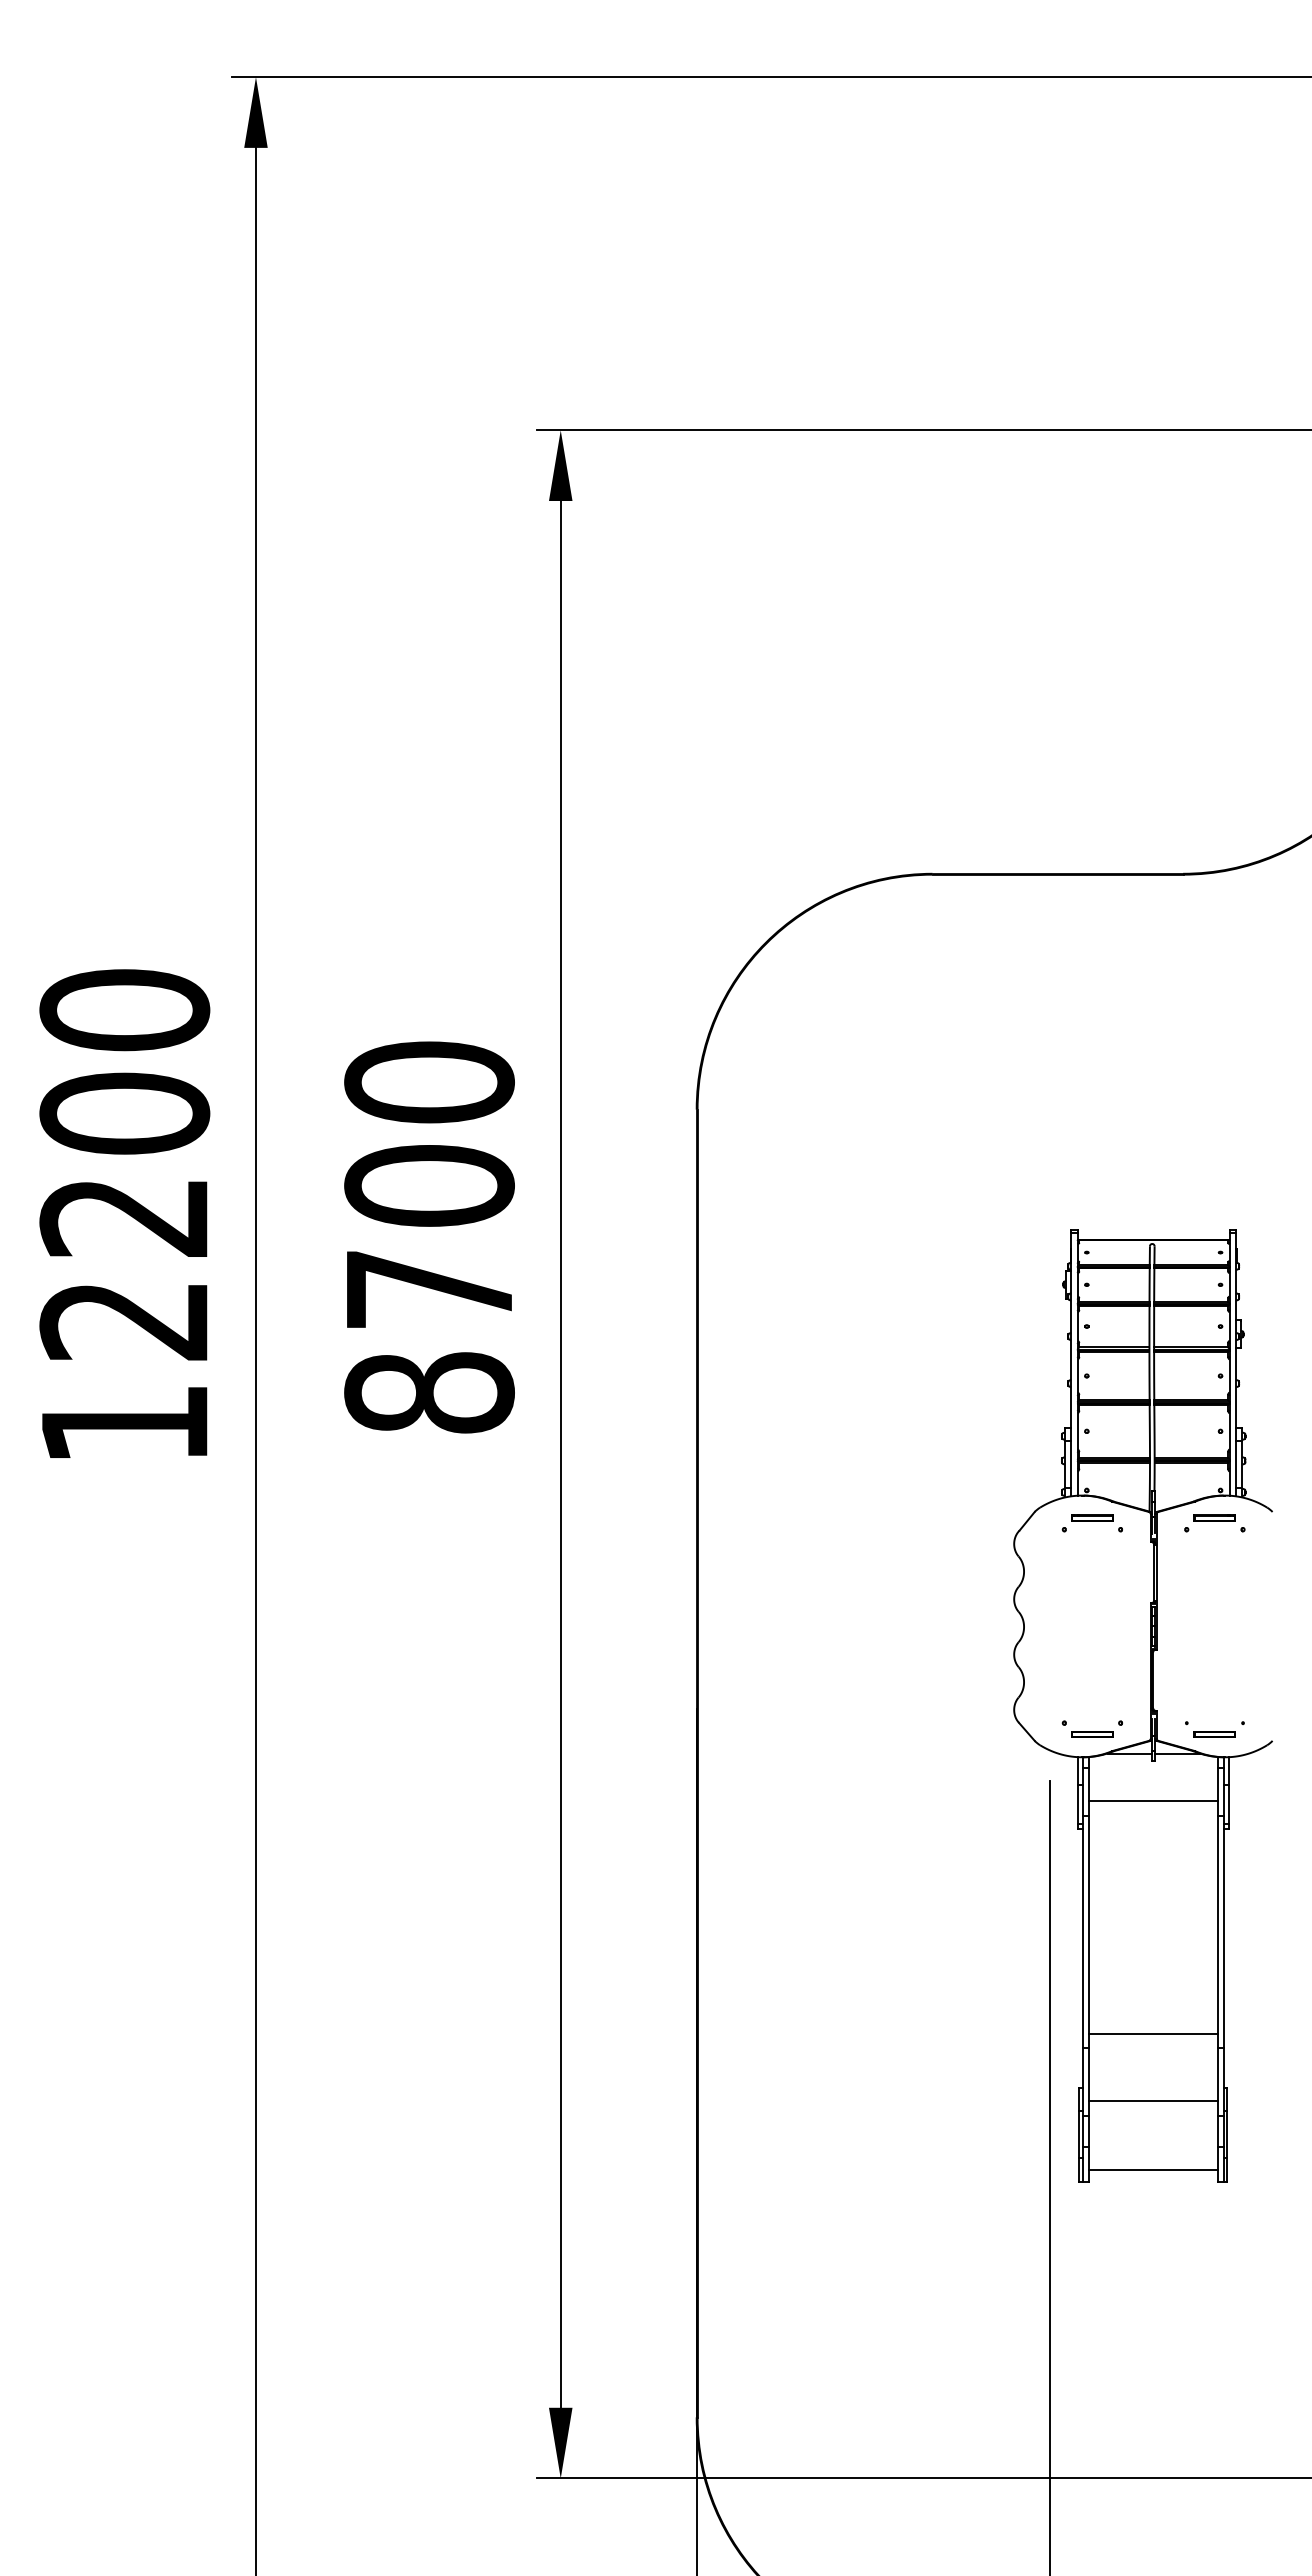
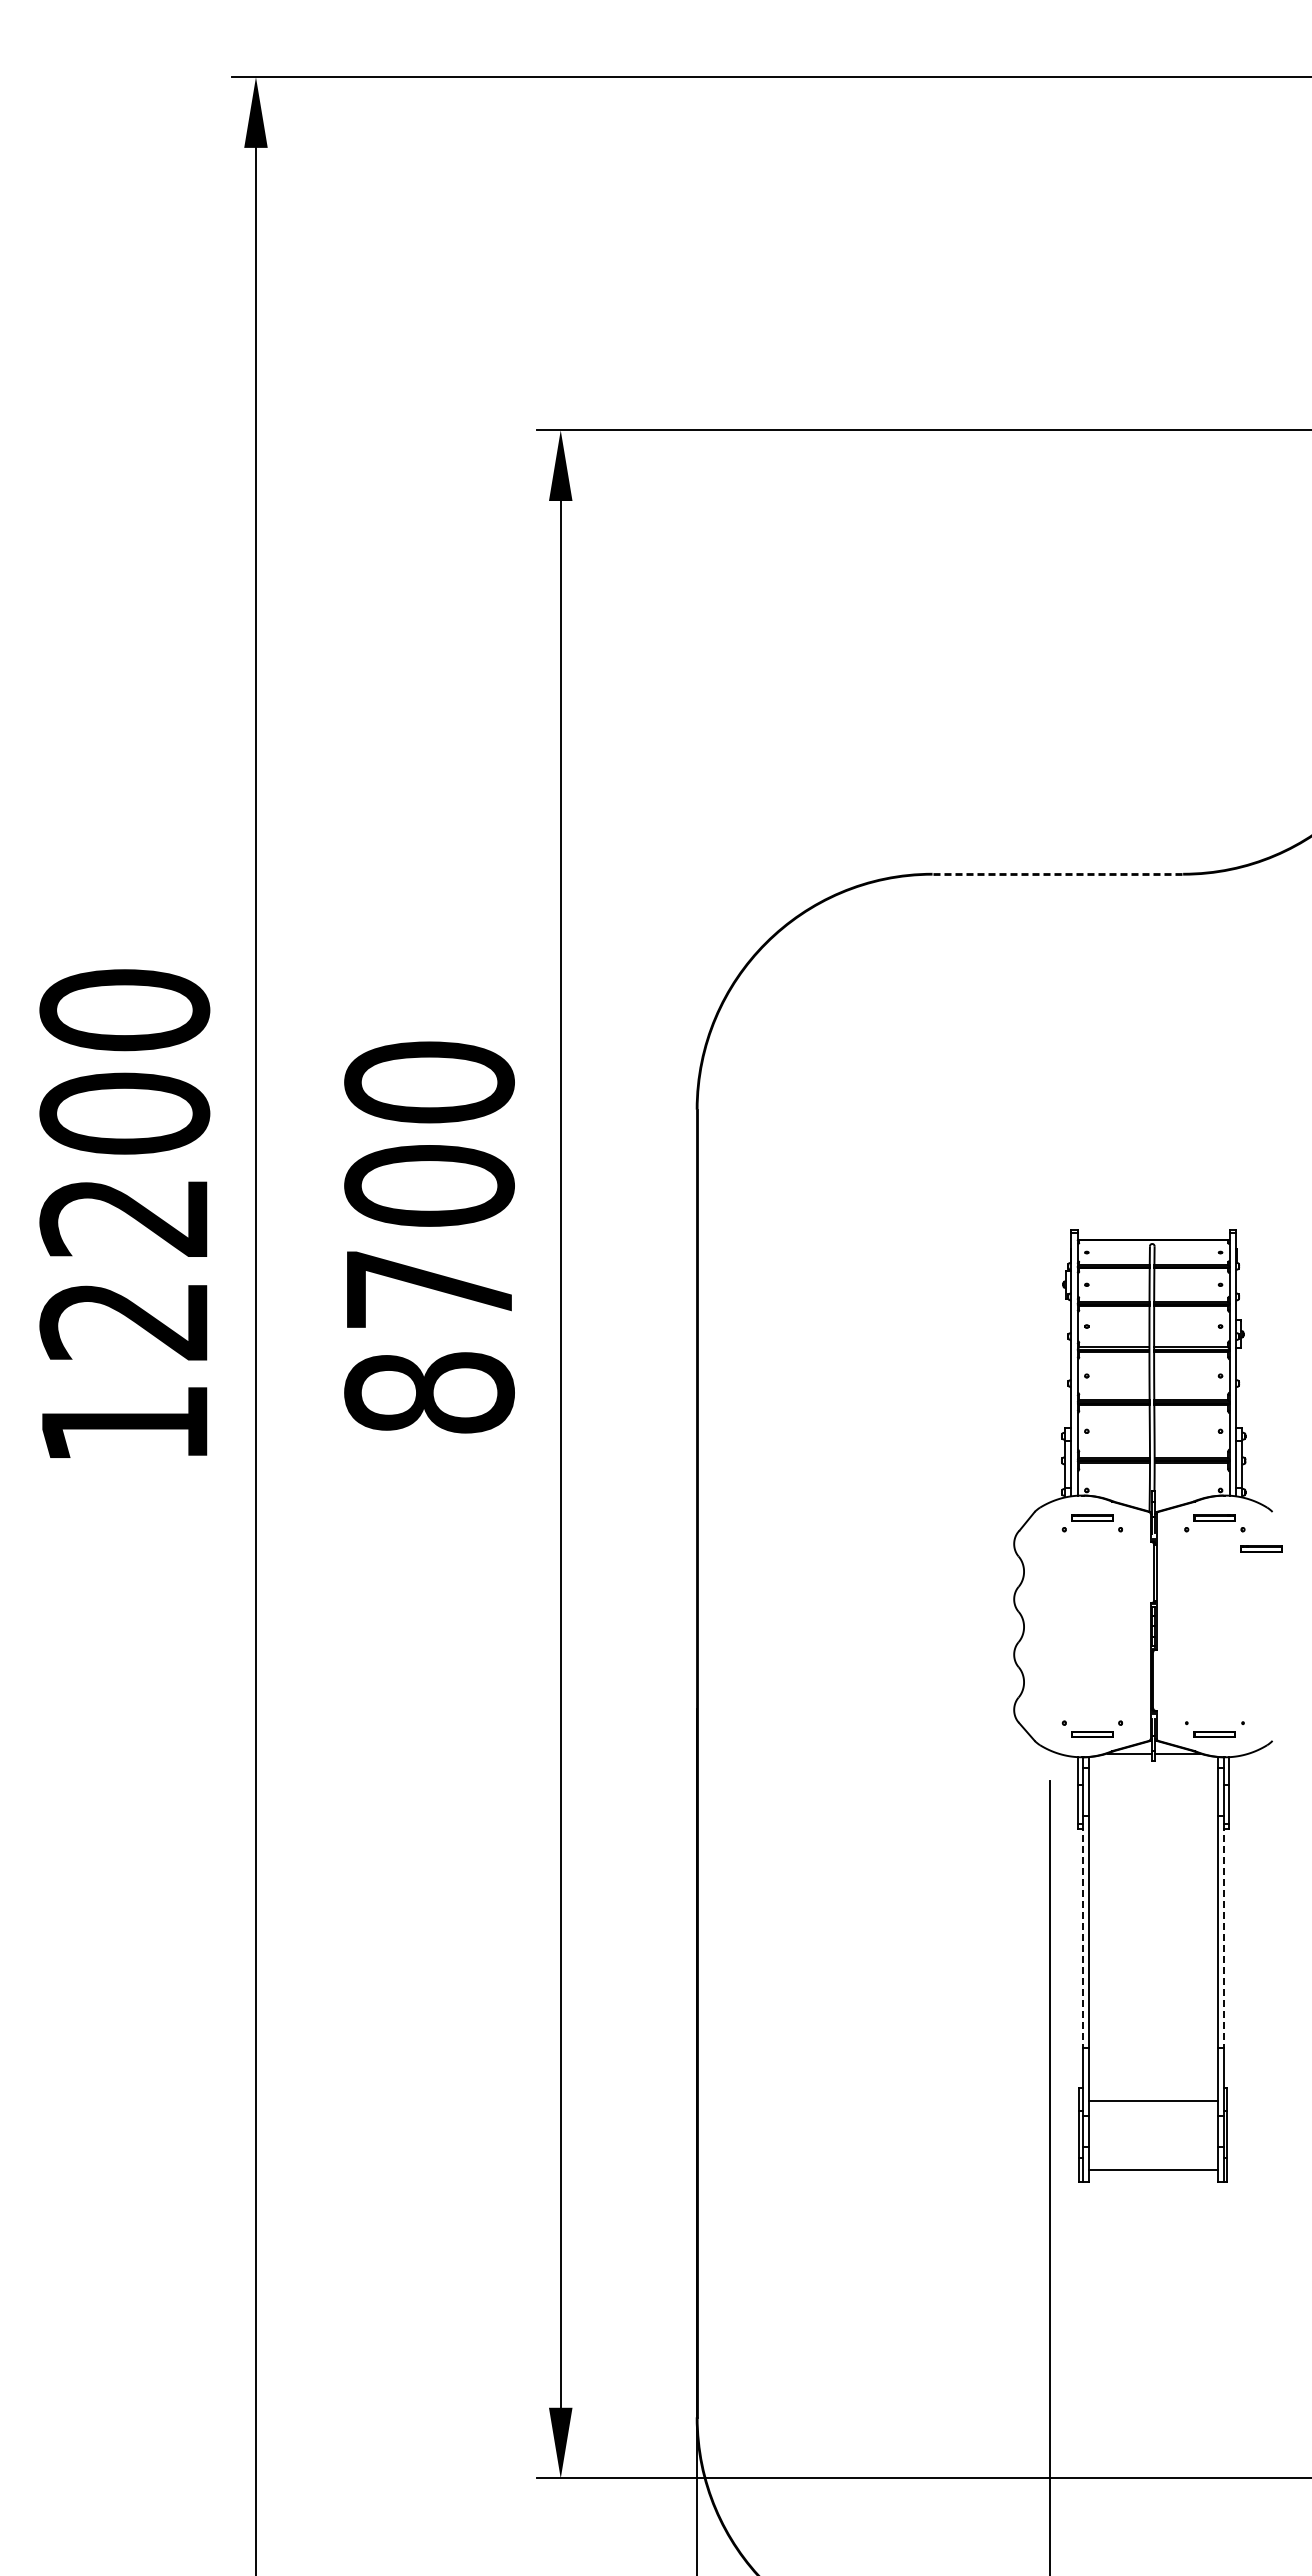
line at (1058, 874): solid -> dashed
part at (1261, 1548): none -> present
line at (1152, 1800): present -> none
line at (1082, 1936): solid -> dashed
line at (1223, 1936): solid -> dashed
line at (1152, 2033): present -> none
